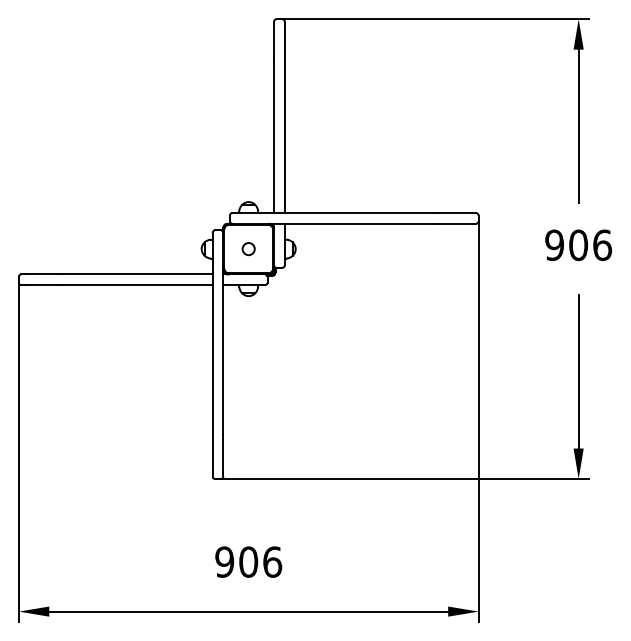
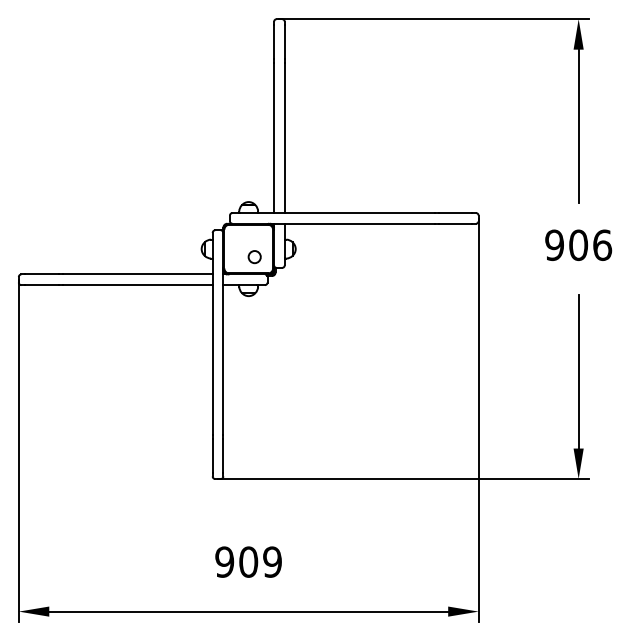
circle at (248, 249) position: (248, 249) -> (254, 257)
text at (272, 561): 906 -> 909
